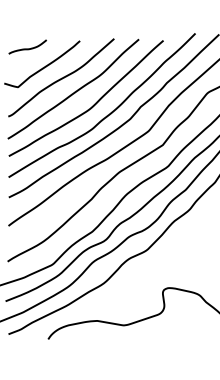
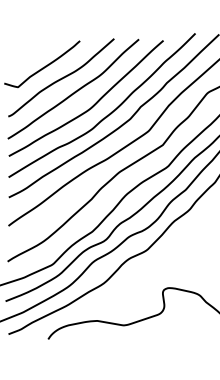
curve at (27, 48): present -> none
